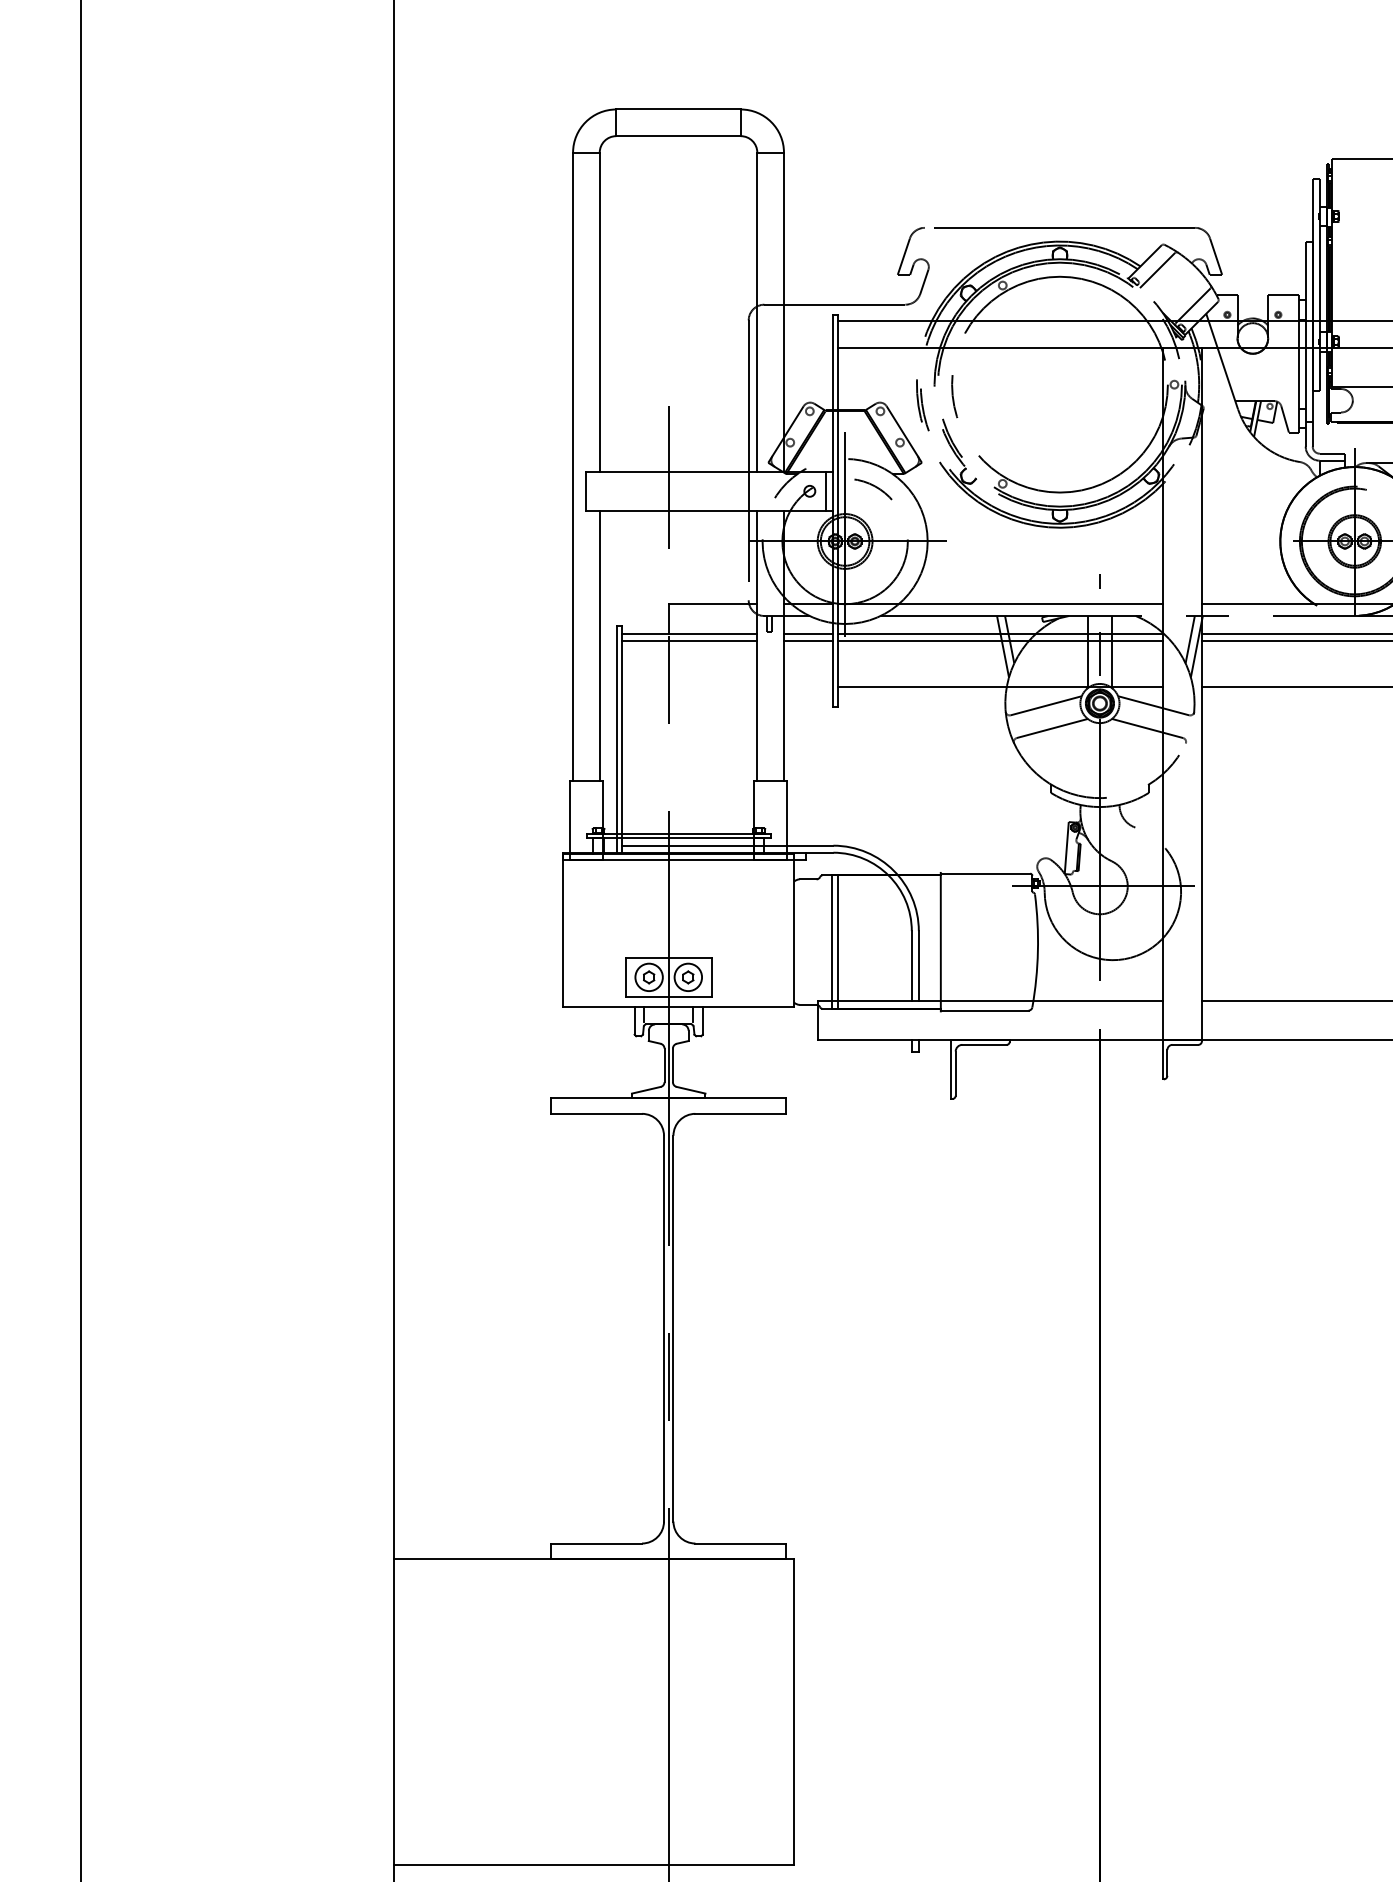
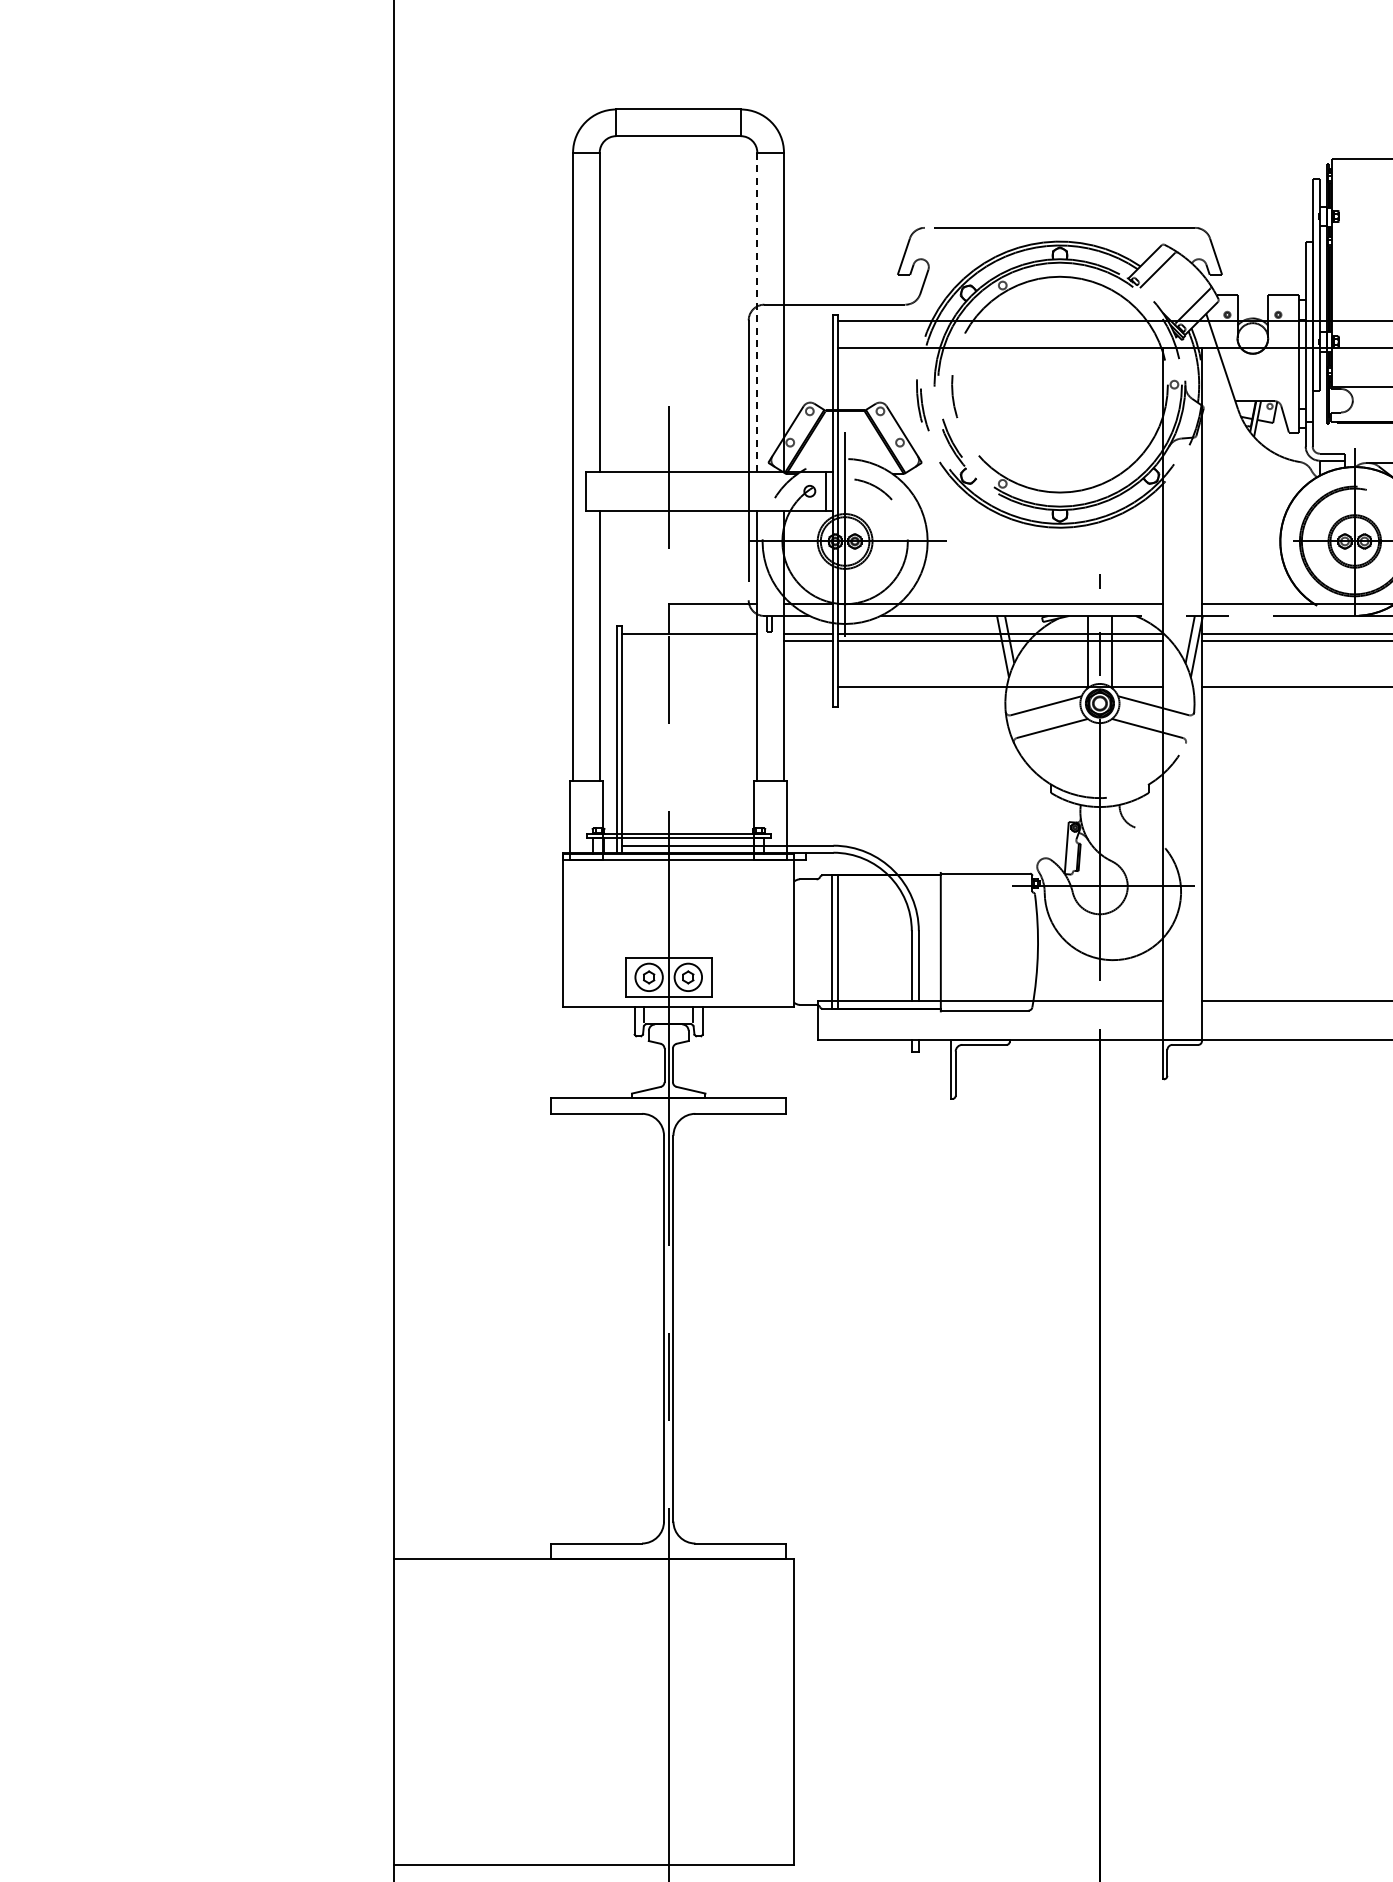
line at (757, 312): solid -> dashed
line at (689, 641): present -> none
line at (80, 940): present -> none
